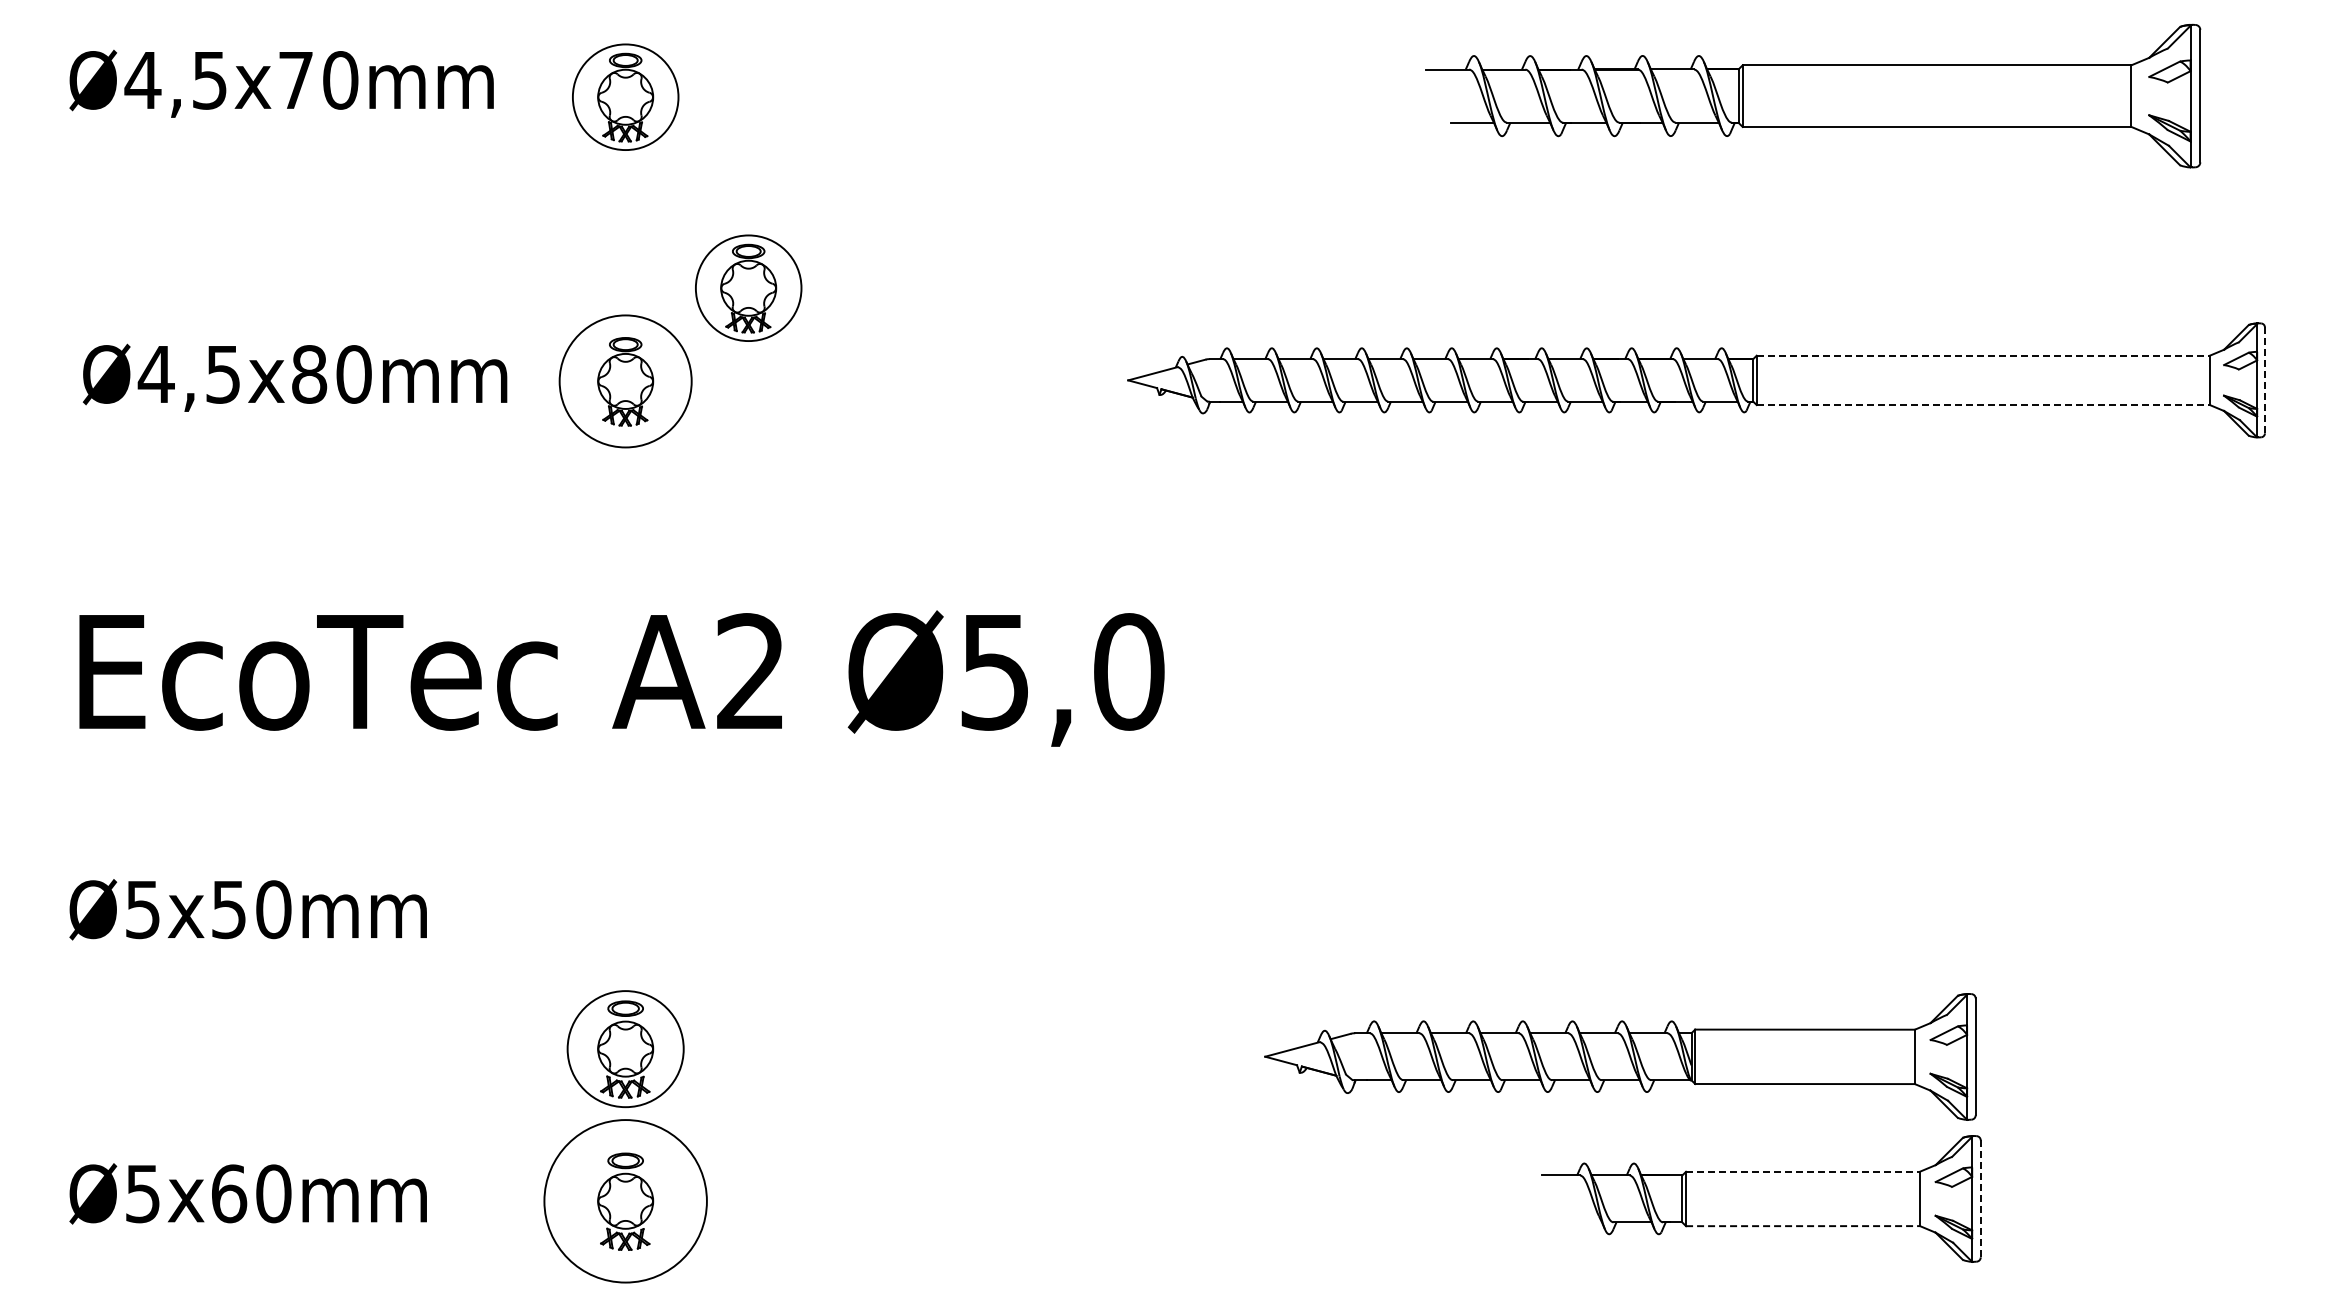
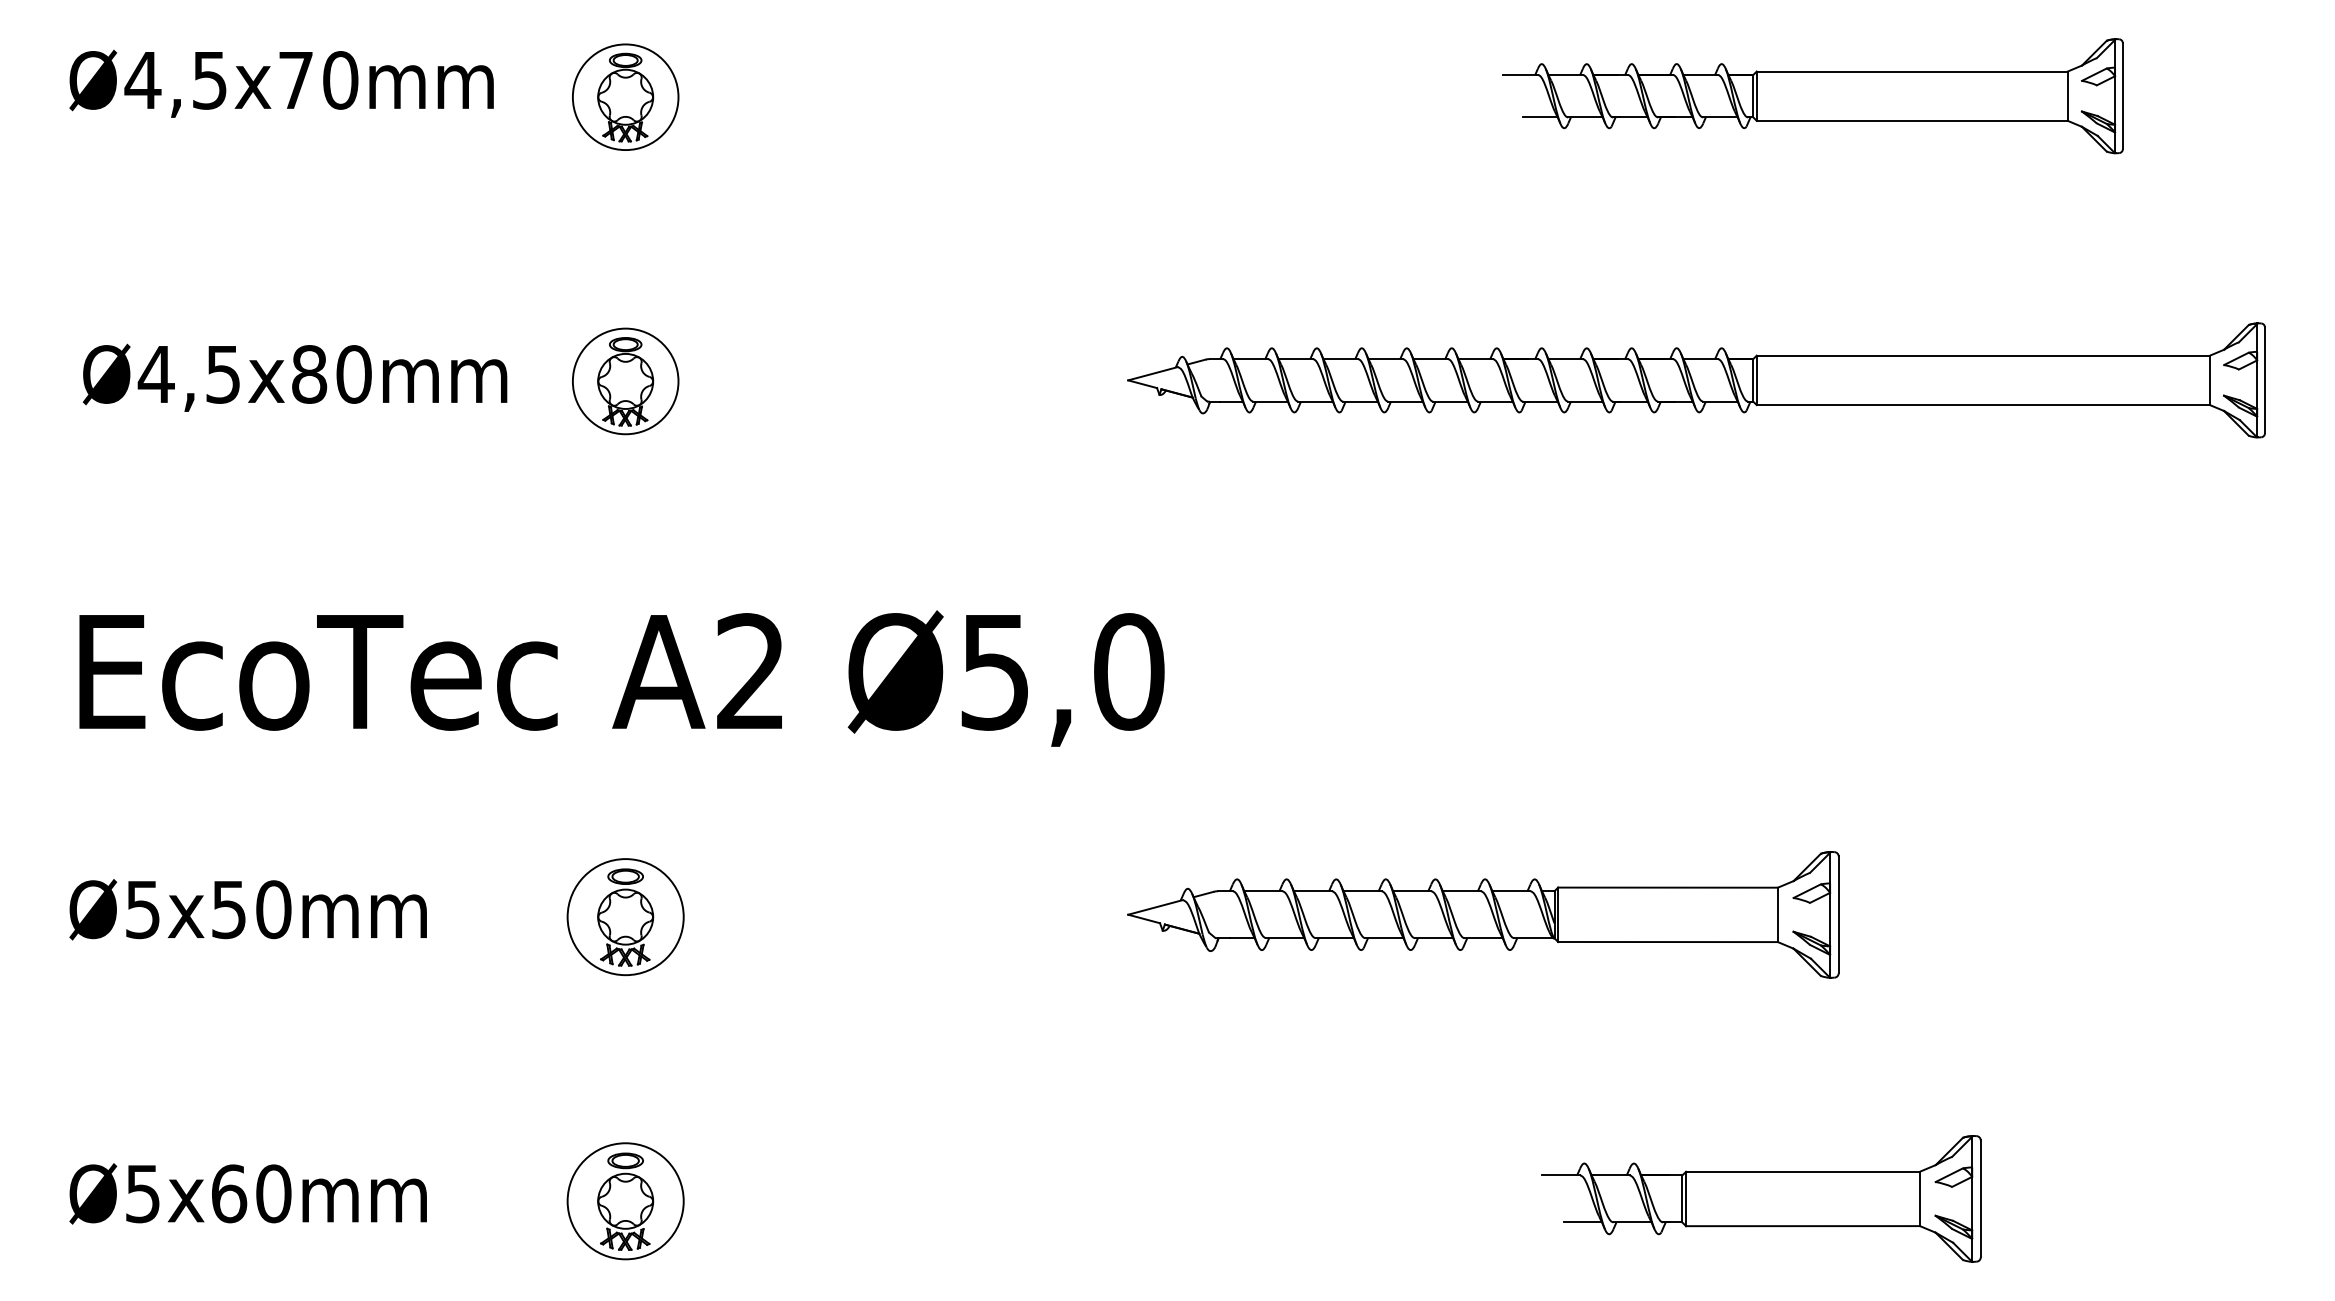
part at (1813, 95) size: 777x146 px -> 622x117 px
part at (748, 287): present -> none
line at (1983, 355): dashed -> solid
line at (2264, 380): dashed -> solid
circle at (625, 381) diameter: 132 px -> 106 px
line at (1983, 405): dashed -> solid
part at (625, 1049) position: (625, 1049) -> (625, 917)
part at (1620, 1056) position: (1620, 1056) -> (1483, 914)
line at (1803, 1171): dashed -> solid
line at (1980, 1199): dashed -> solid
circle at (625, 1201) diameter: 163 px -> 116 px
line at (1582, 1222): none -> present
line at (1803, 1226): dashed -> solid
